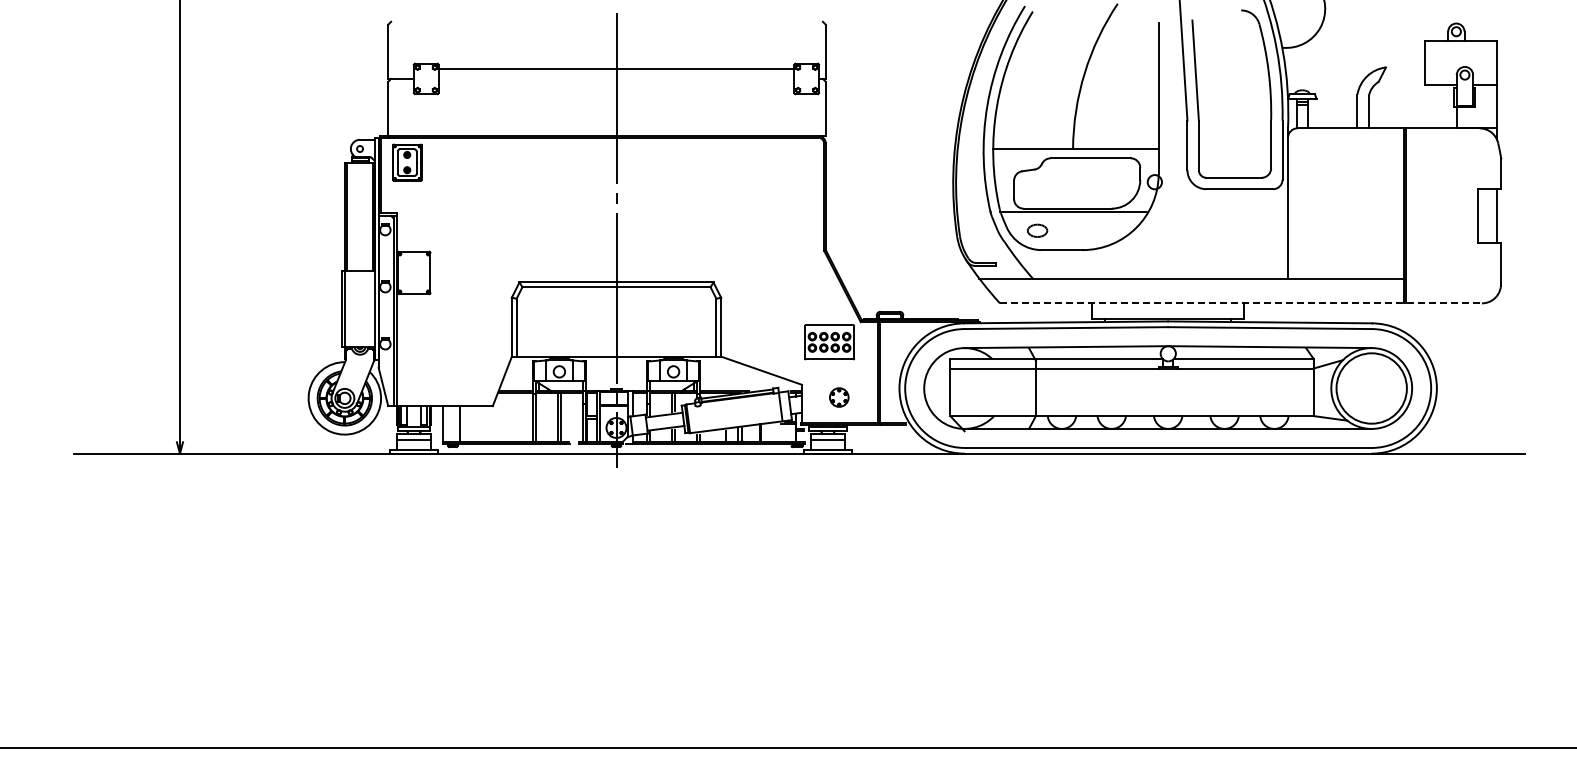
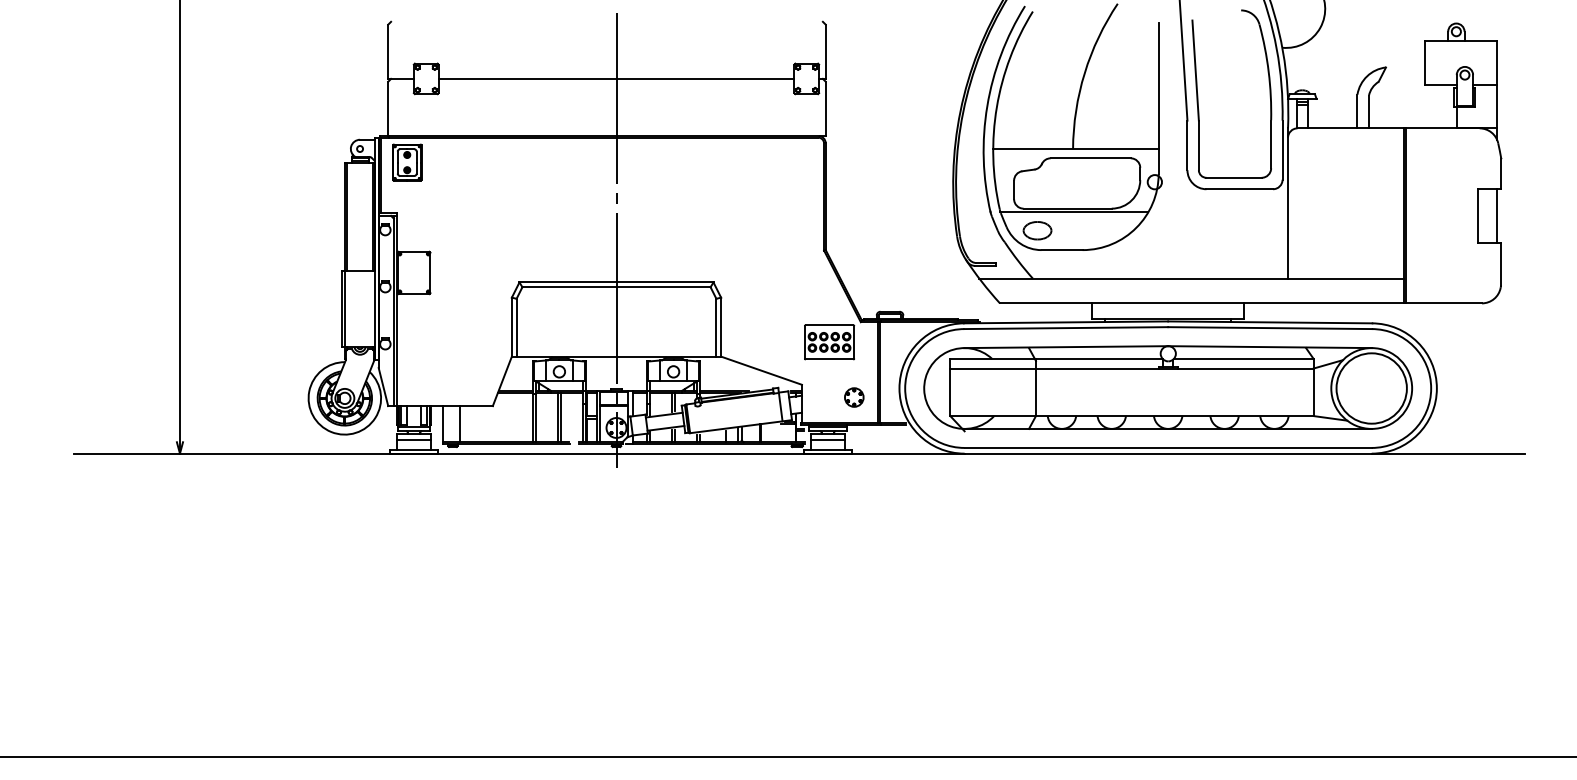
line at (616, 68) position: (616, 68) -> (616, 78)
part at (1037, 230) size: 22x15 px -> 31x20 px
line at (1240, 303): dashed -> solid
part at (839, 397) position: (839, 397) -> (854, 397)
line at (787, 747) position: (787, 747) -> (787, 756)
